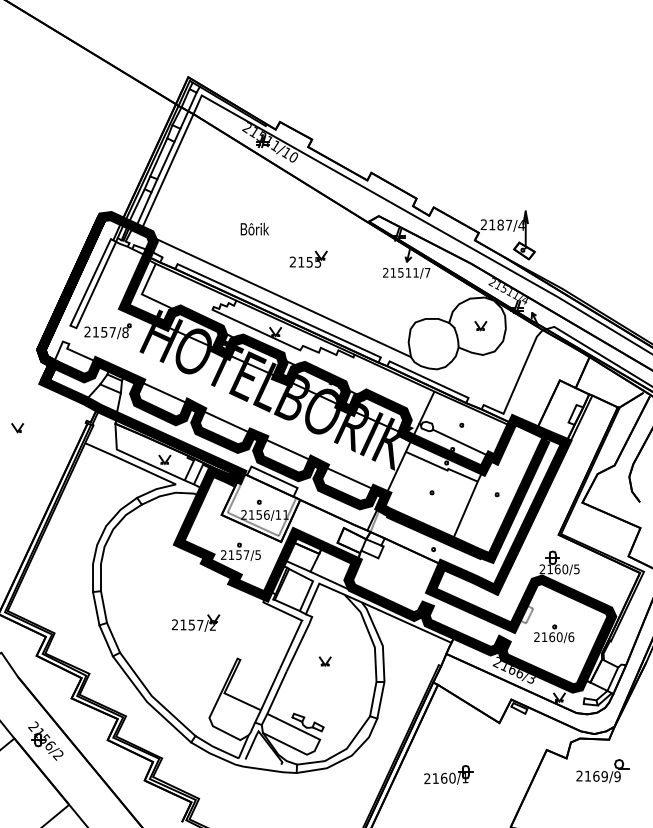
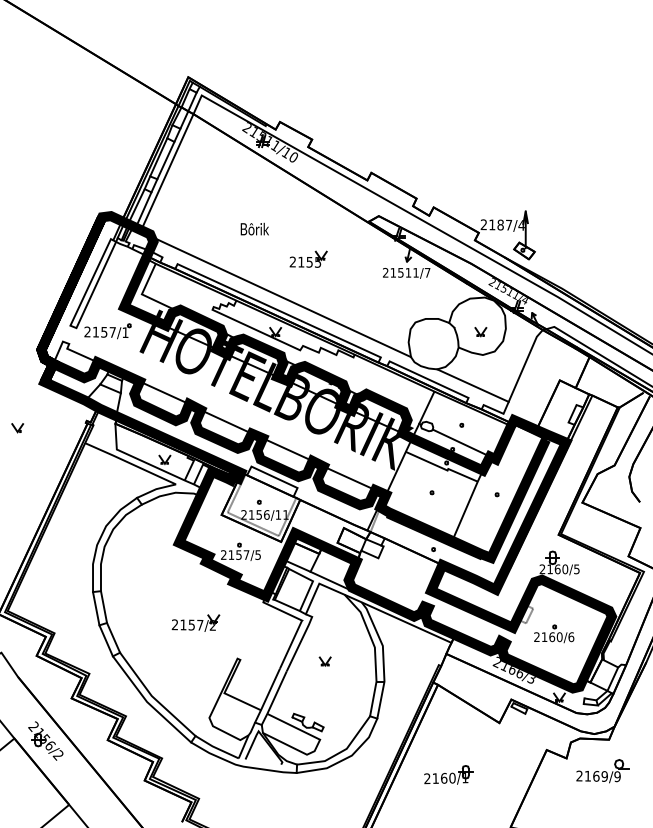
part at (480, 326) position: (480, 326) -> (480, 332)
text at (125, 332): 2157/8 -> 2157/1
line at (472, 385): none -> present
